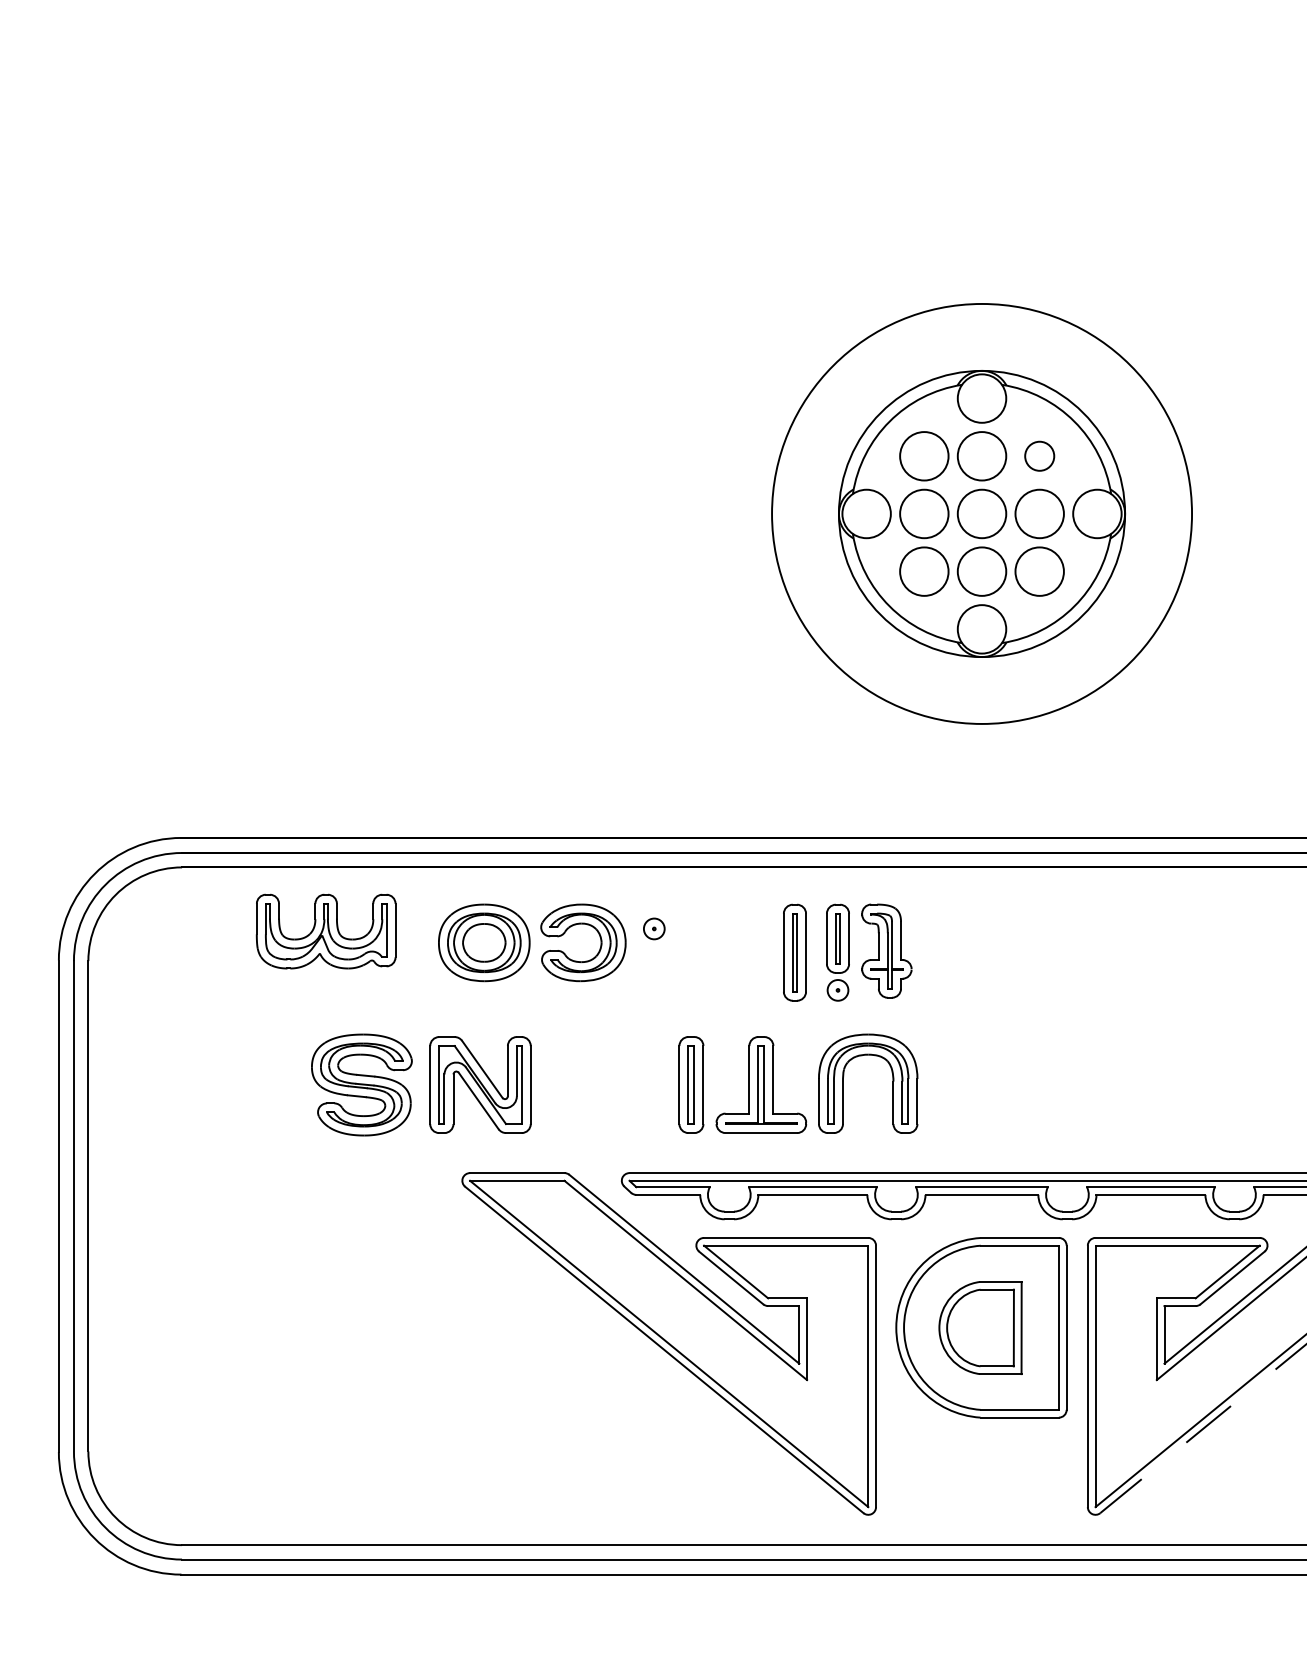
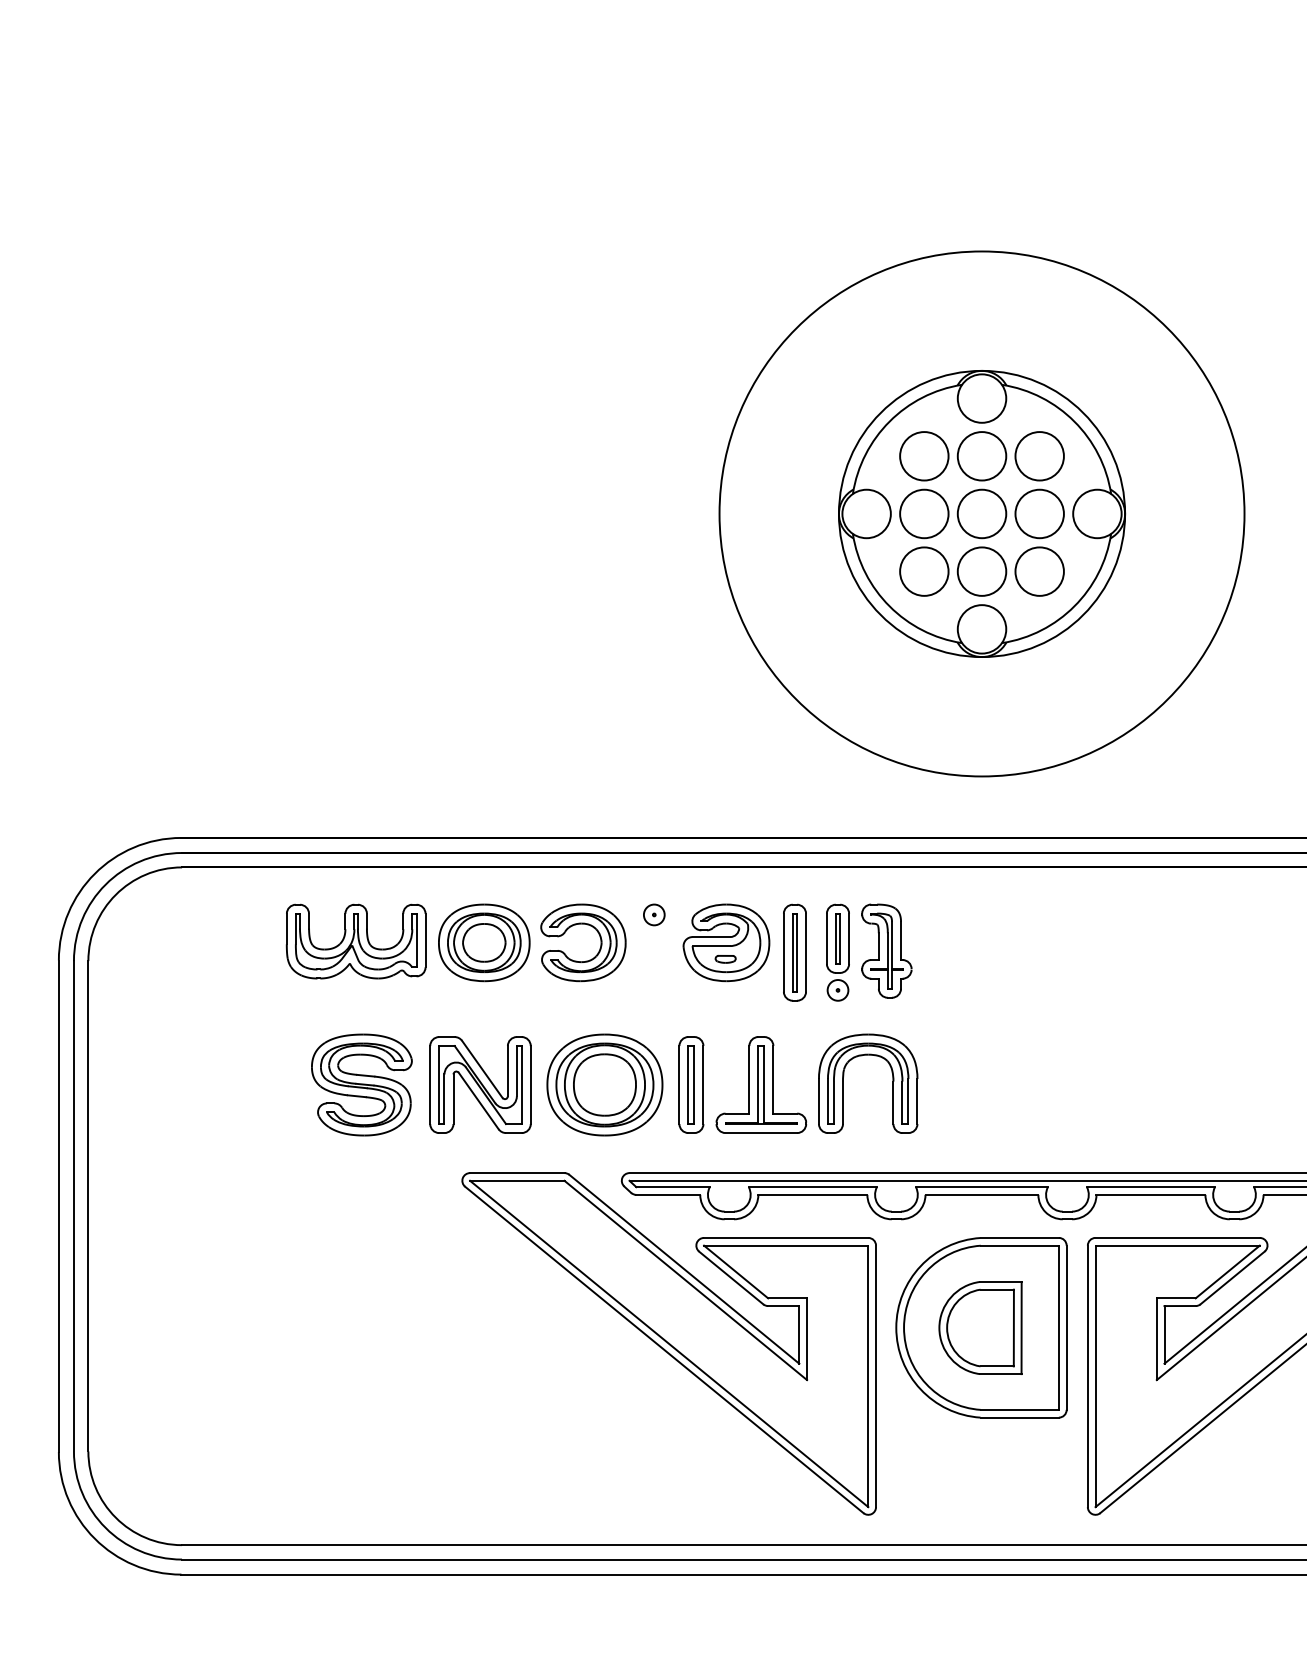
circle at (1039, 455) diameter: 29 px -> 48 px
circle at (982, 513) diameter: 420 px -> 525 px
part at (654, 928) position: (654, 928) -> (654, 914)
part at (325, 931) position: (325, 931) -> (355, 941)
part at (726, 942): none -> present
part at (604, 1084): none -> present
line at (1203, 1428): dashed -> solid
